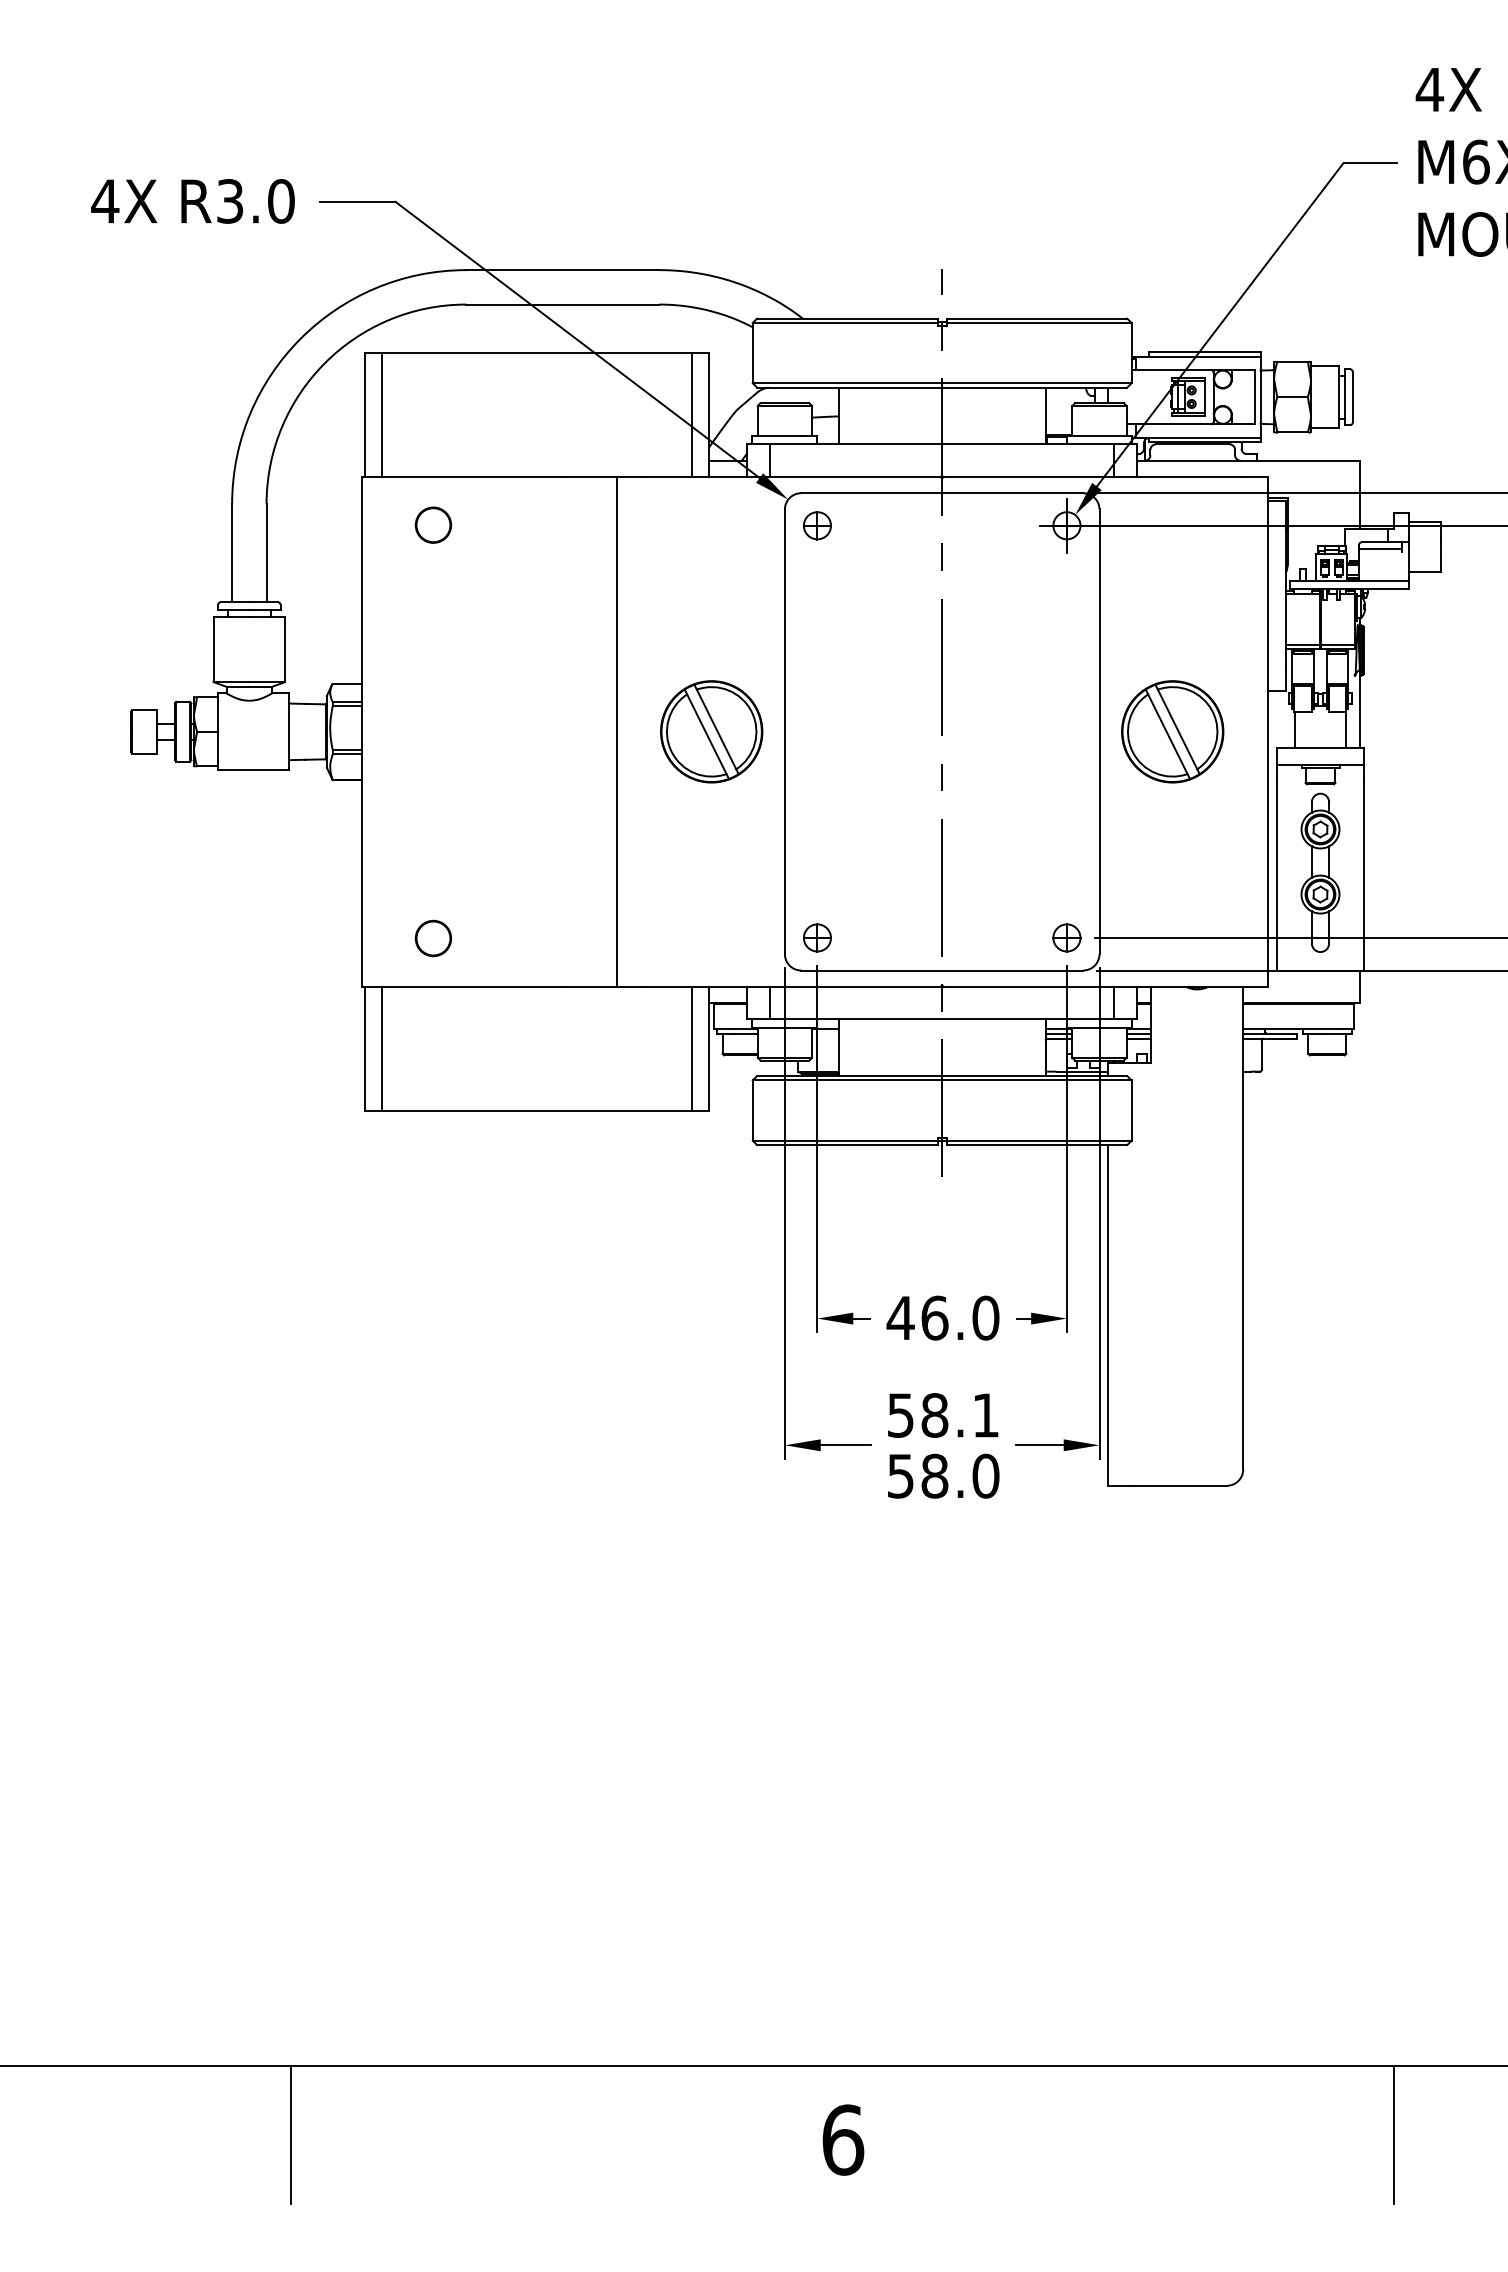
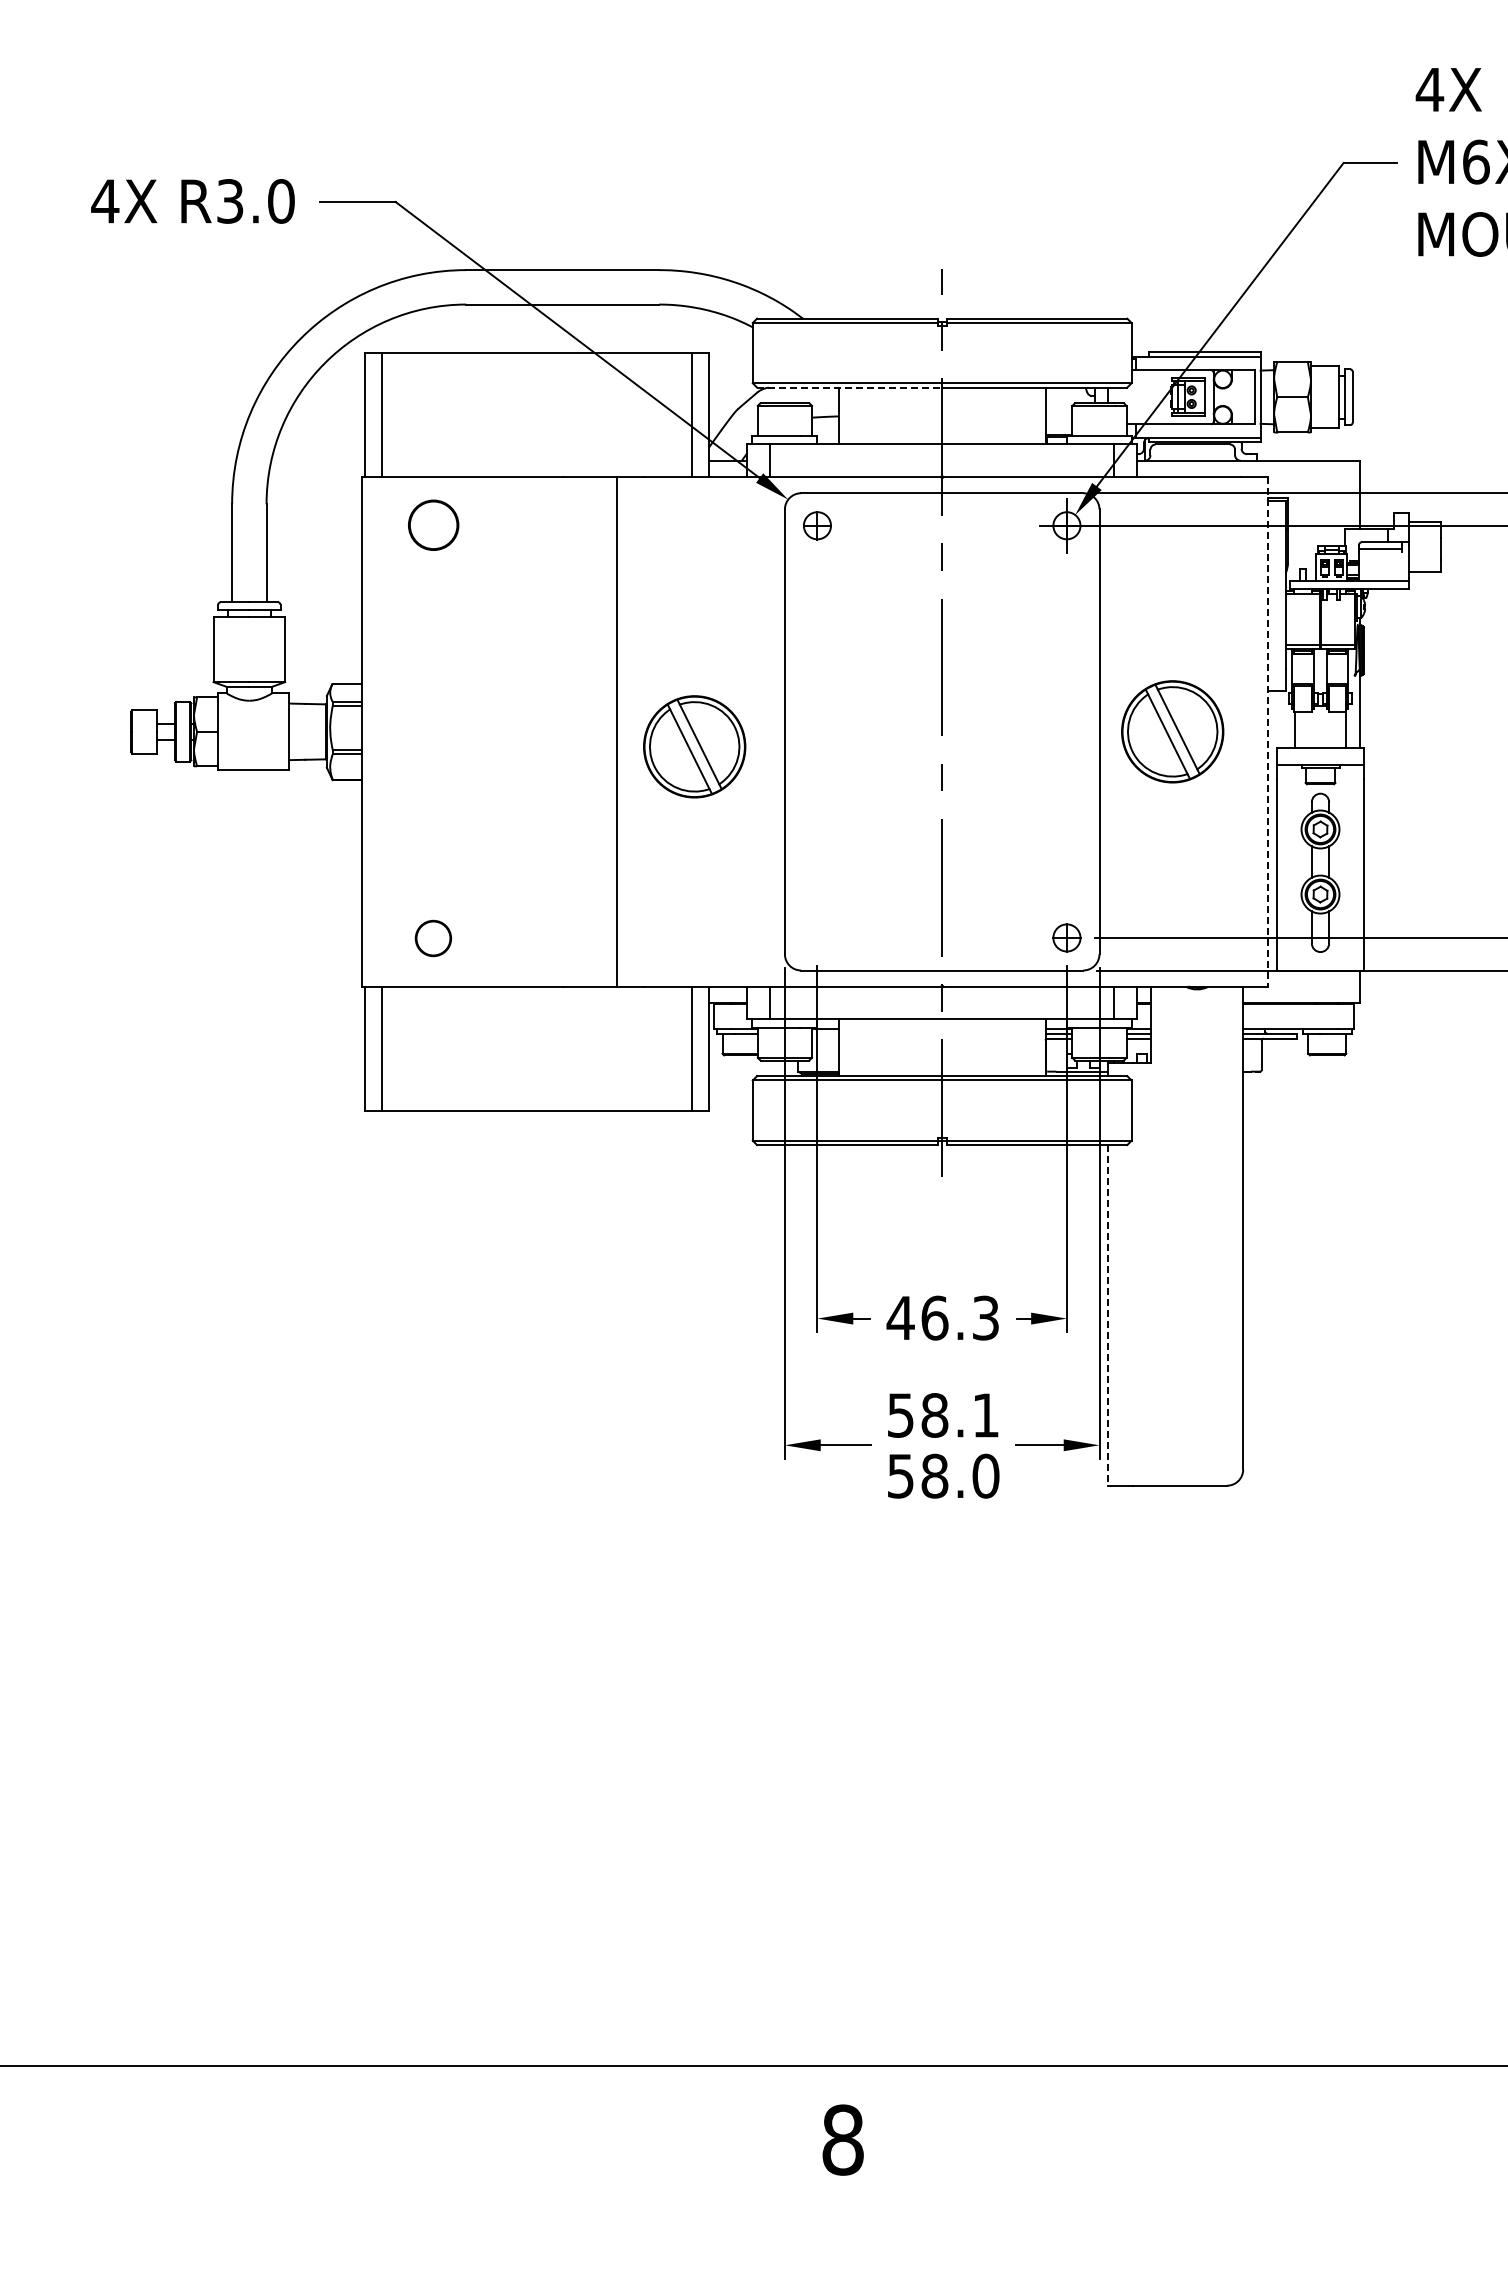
line at (849, 387): solid -> dashed
circle at (432, 524) size: 38x38 px -> 52x52 px
part at (711, 731) position: (711, 731) -> (694, 746)
line at (1267, 731): solid -> dashed
part at (817, 937): present -> none
line at (1107, 1315): solid -> dashed
text at (985, 1317): 46.0 -> 46.3
line at (290, 2134): present -> none
line at (1394, 2134): present -> none
text at (843, 2139): 6 -> 8
